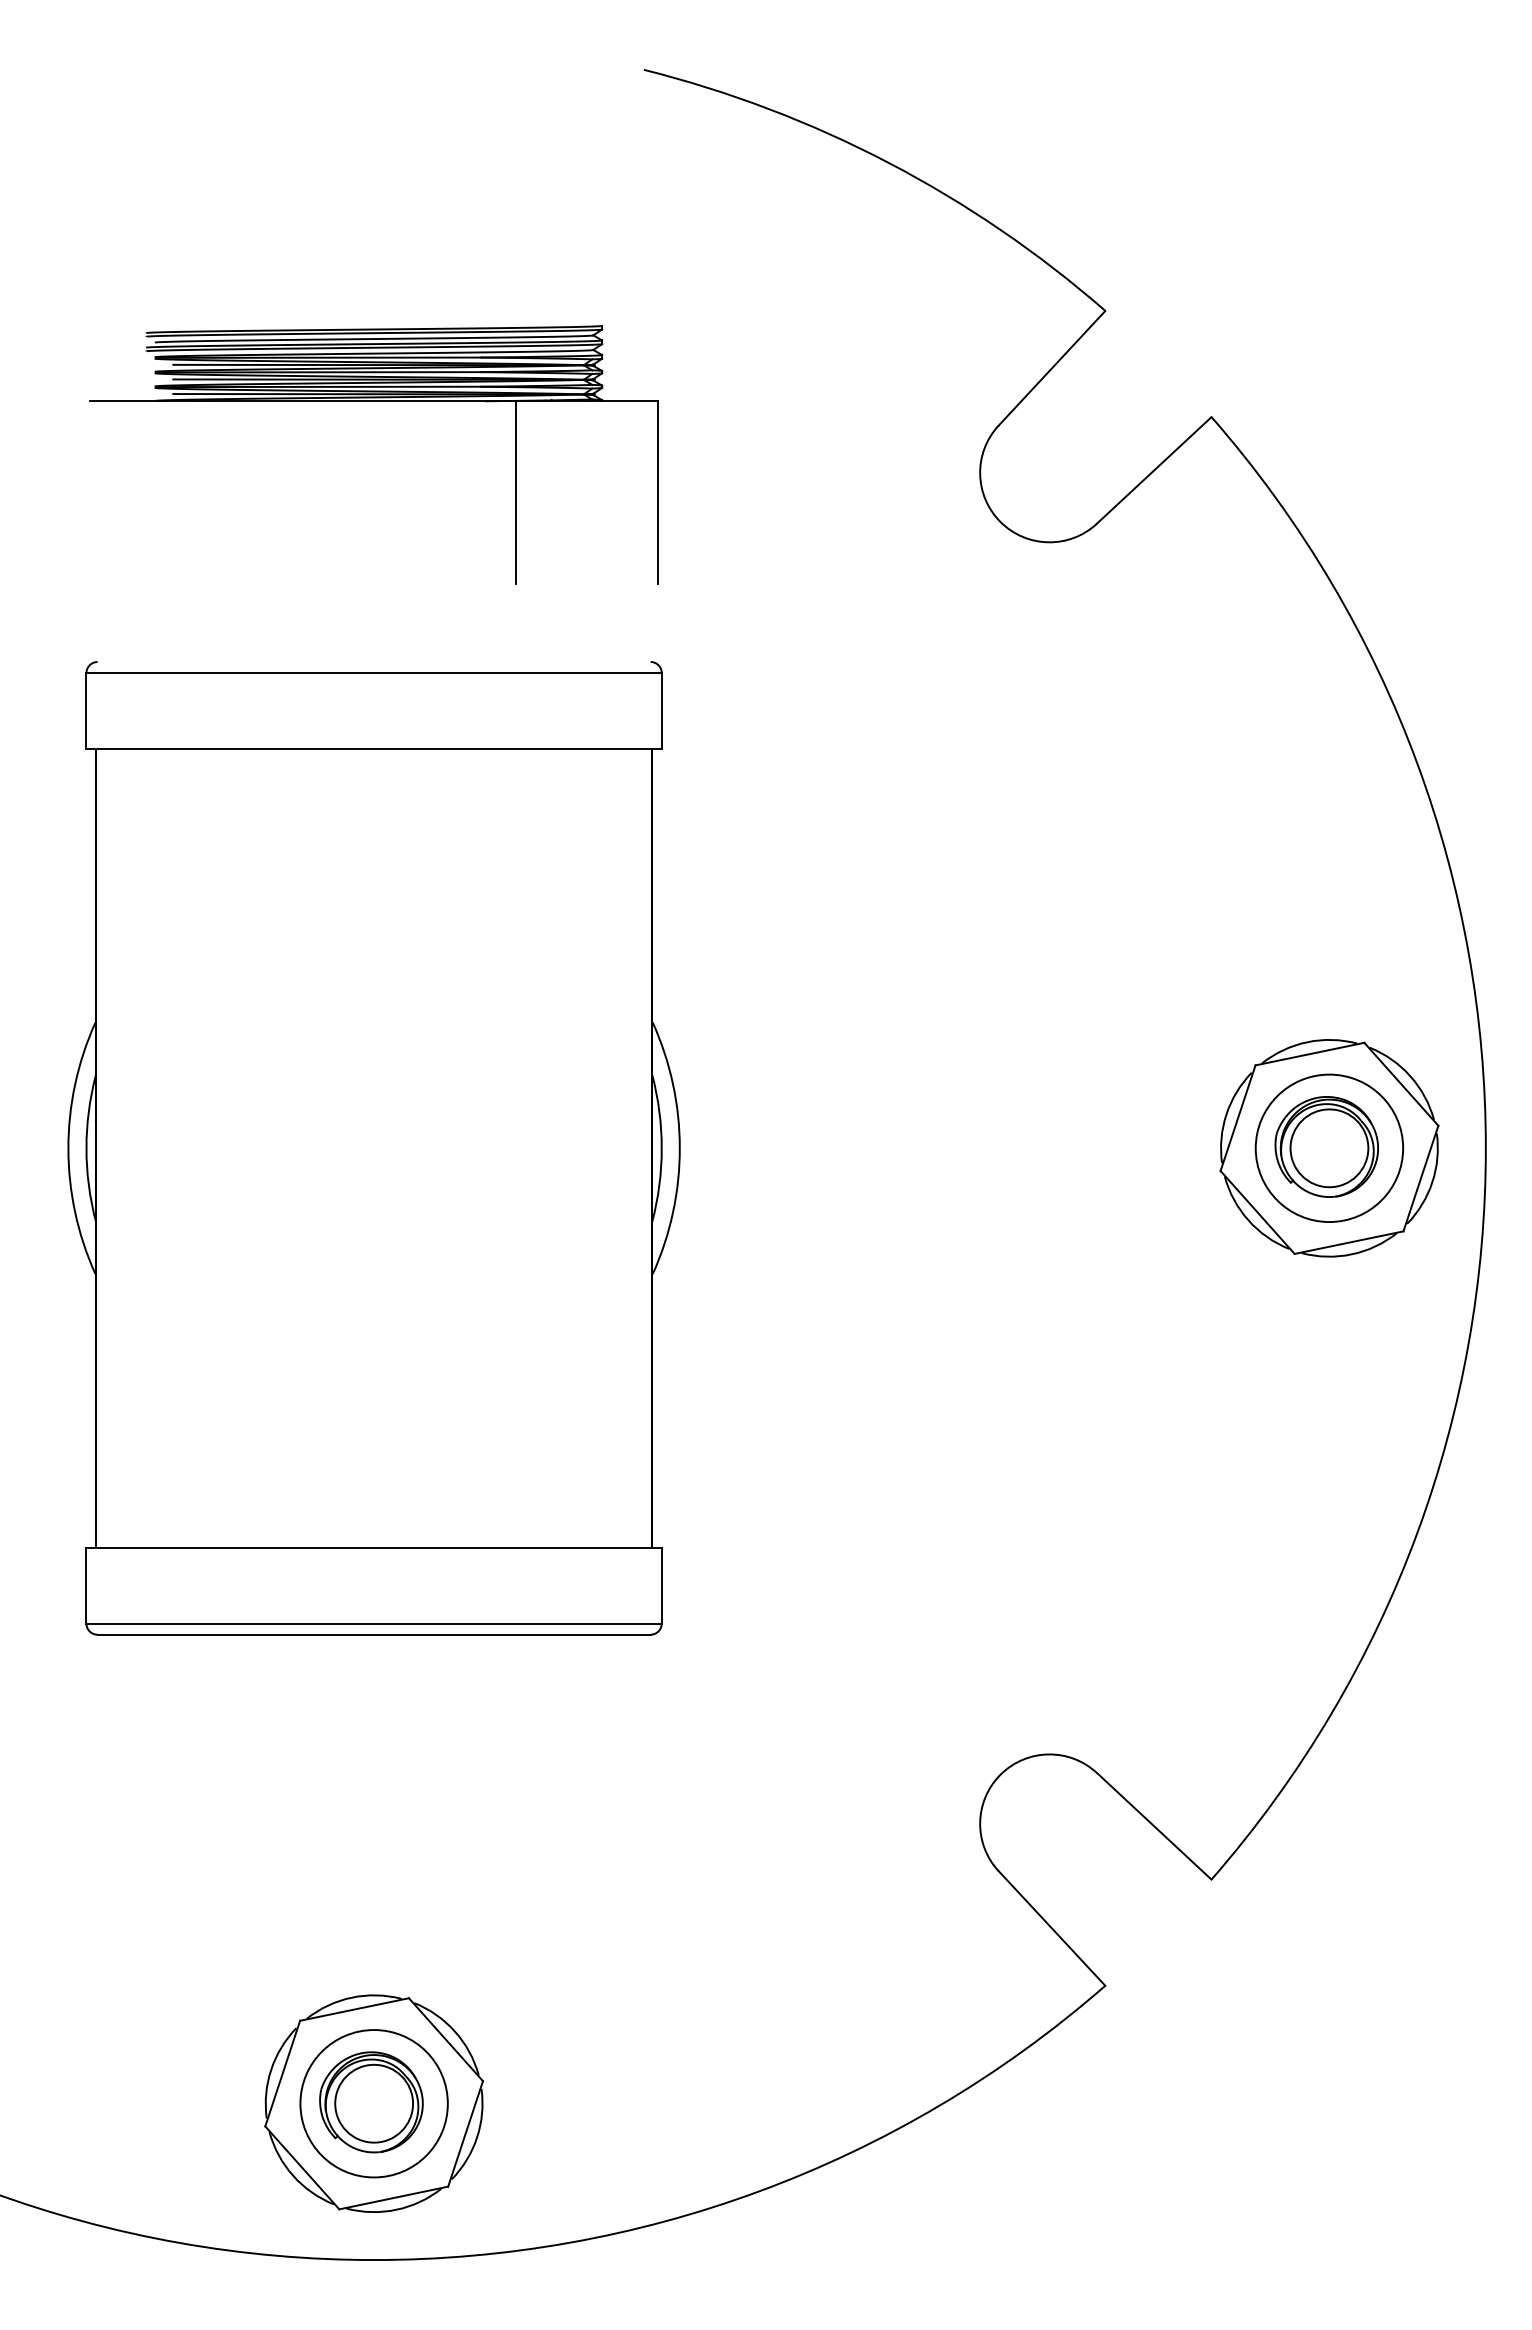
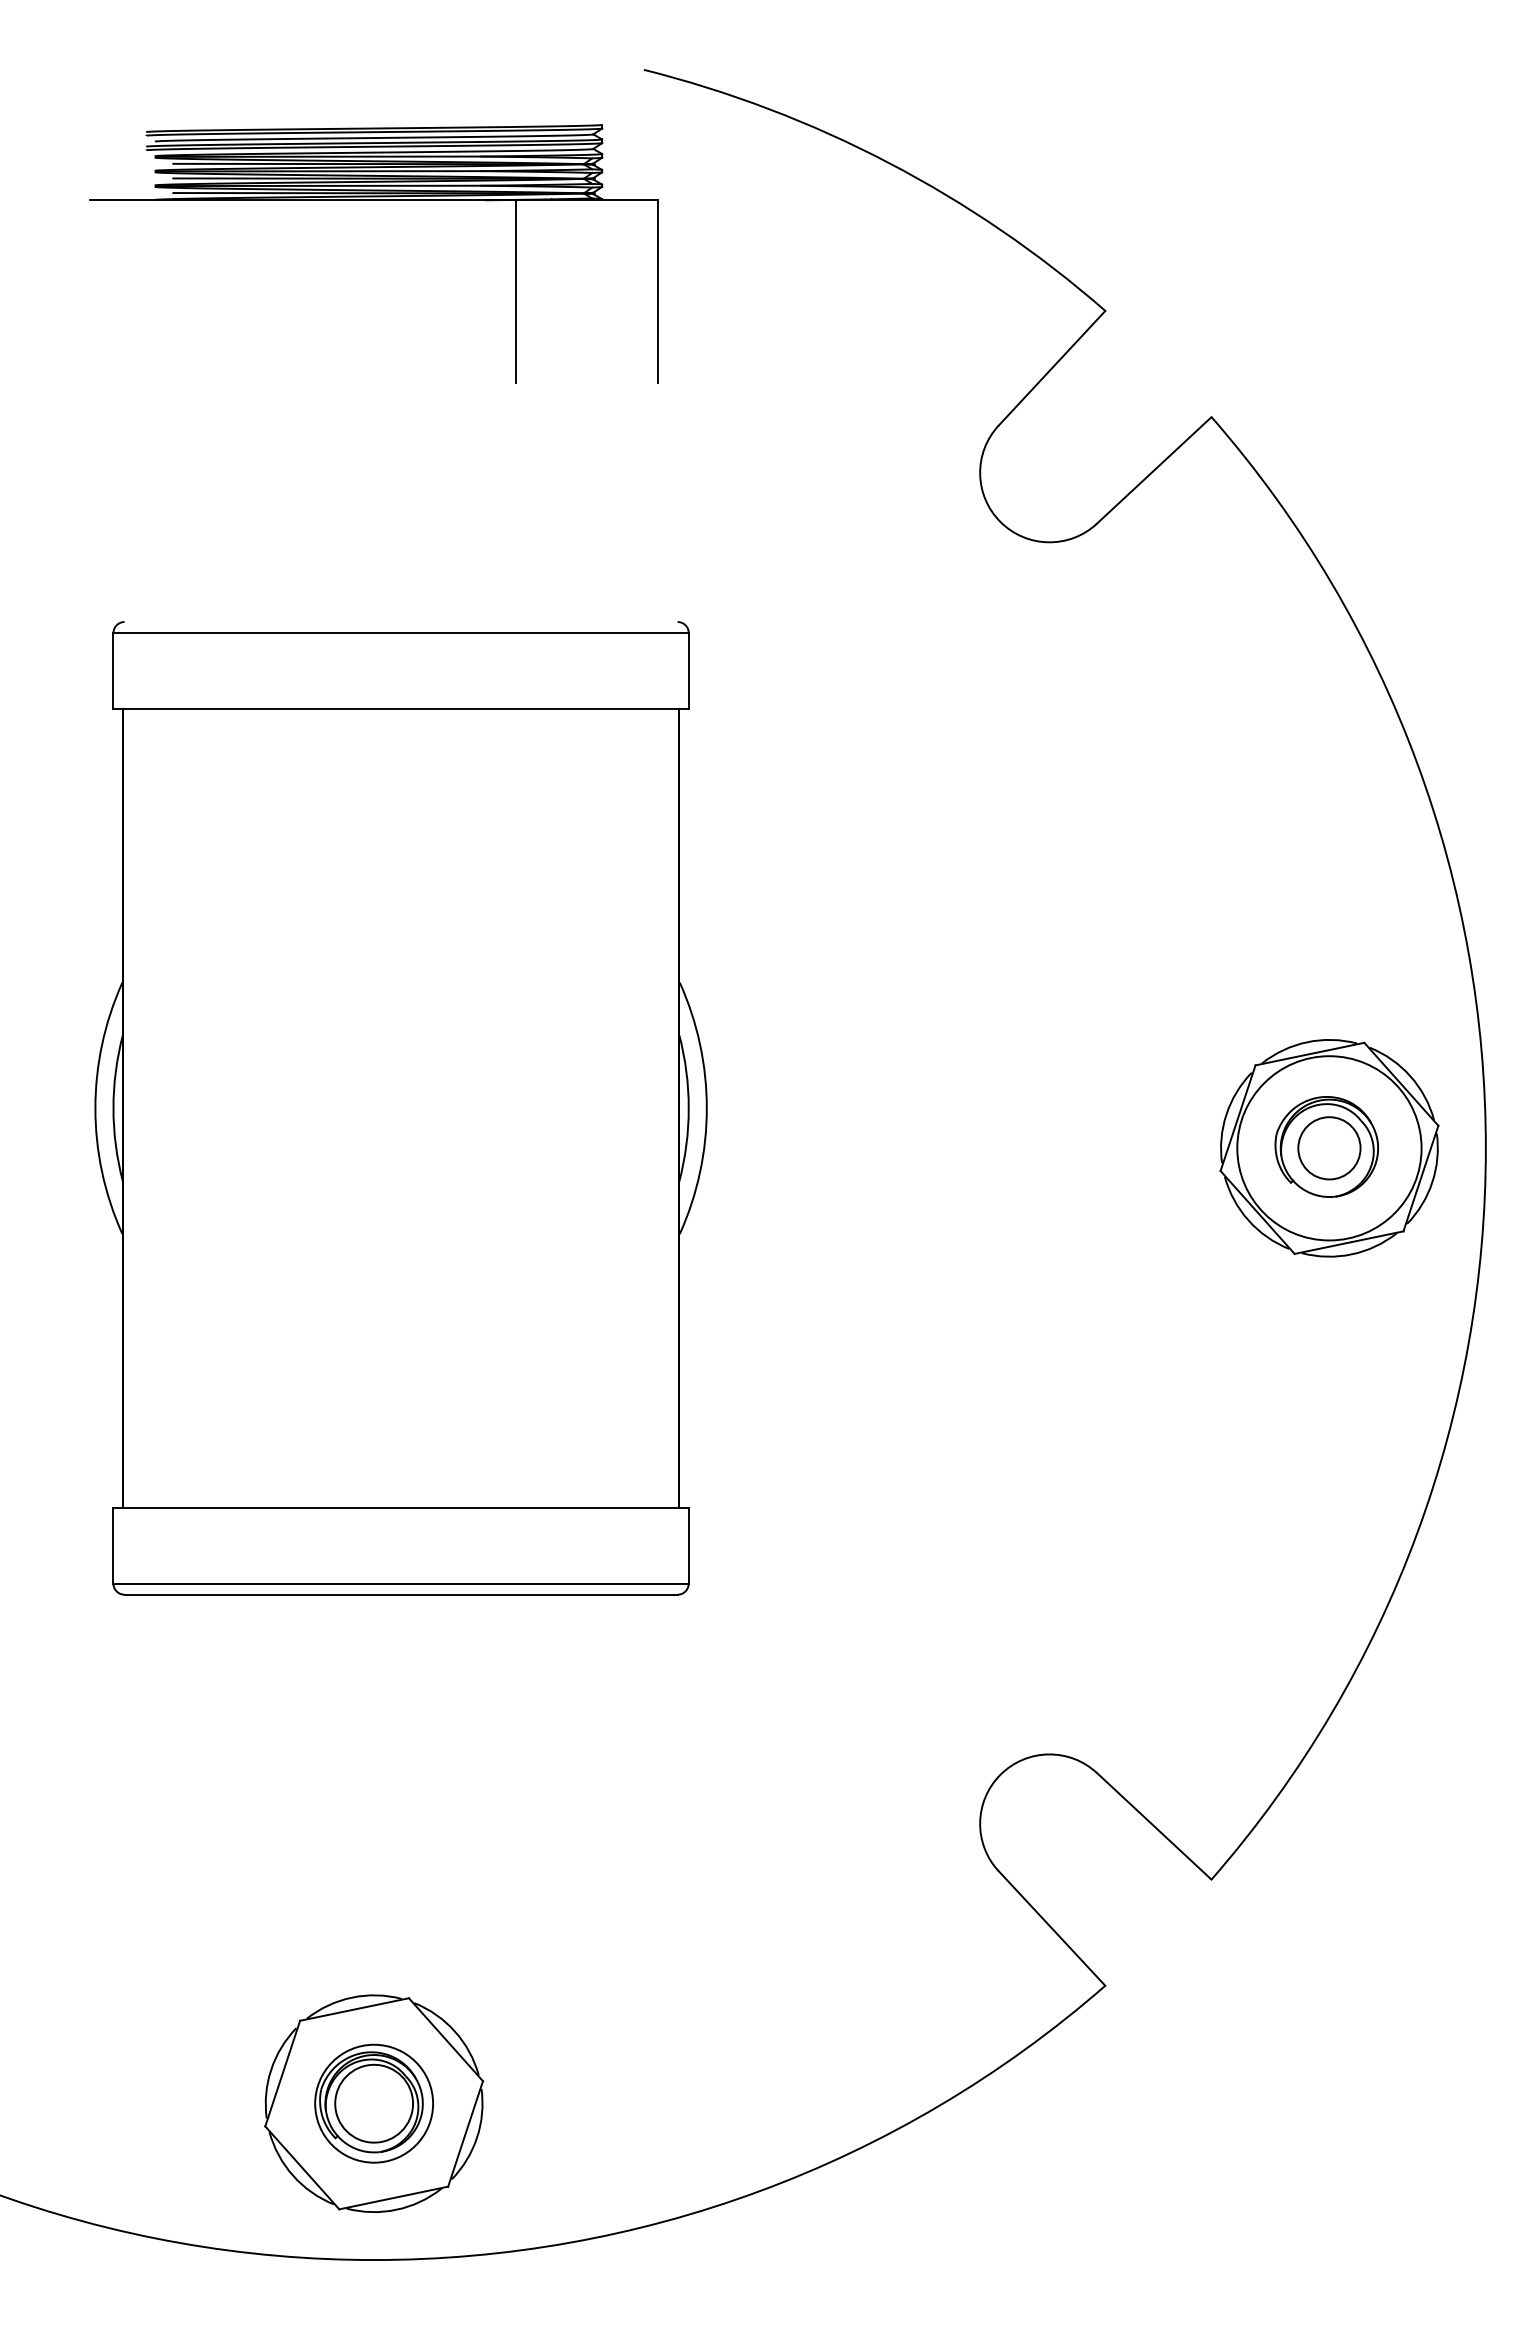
part at (373, 401) position: (373, 401) -> (373, 200)
part at (373, 1148) position: (373, 1148) -> (400, 1108)
circle at (1329, 1148) diameter: 147 px -> 184 px
circle at (1329, 1148) diameter: 78 px -> 62 px
circle at (373, 2103) diameter: 147 px -> 118 px
